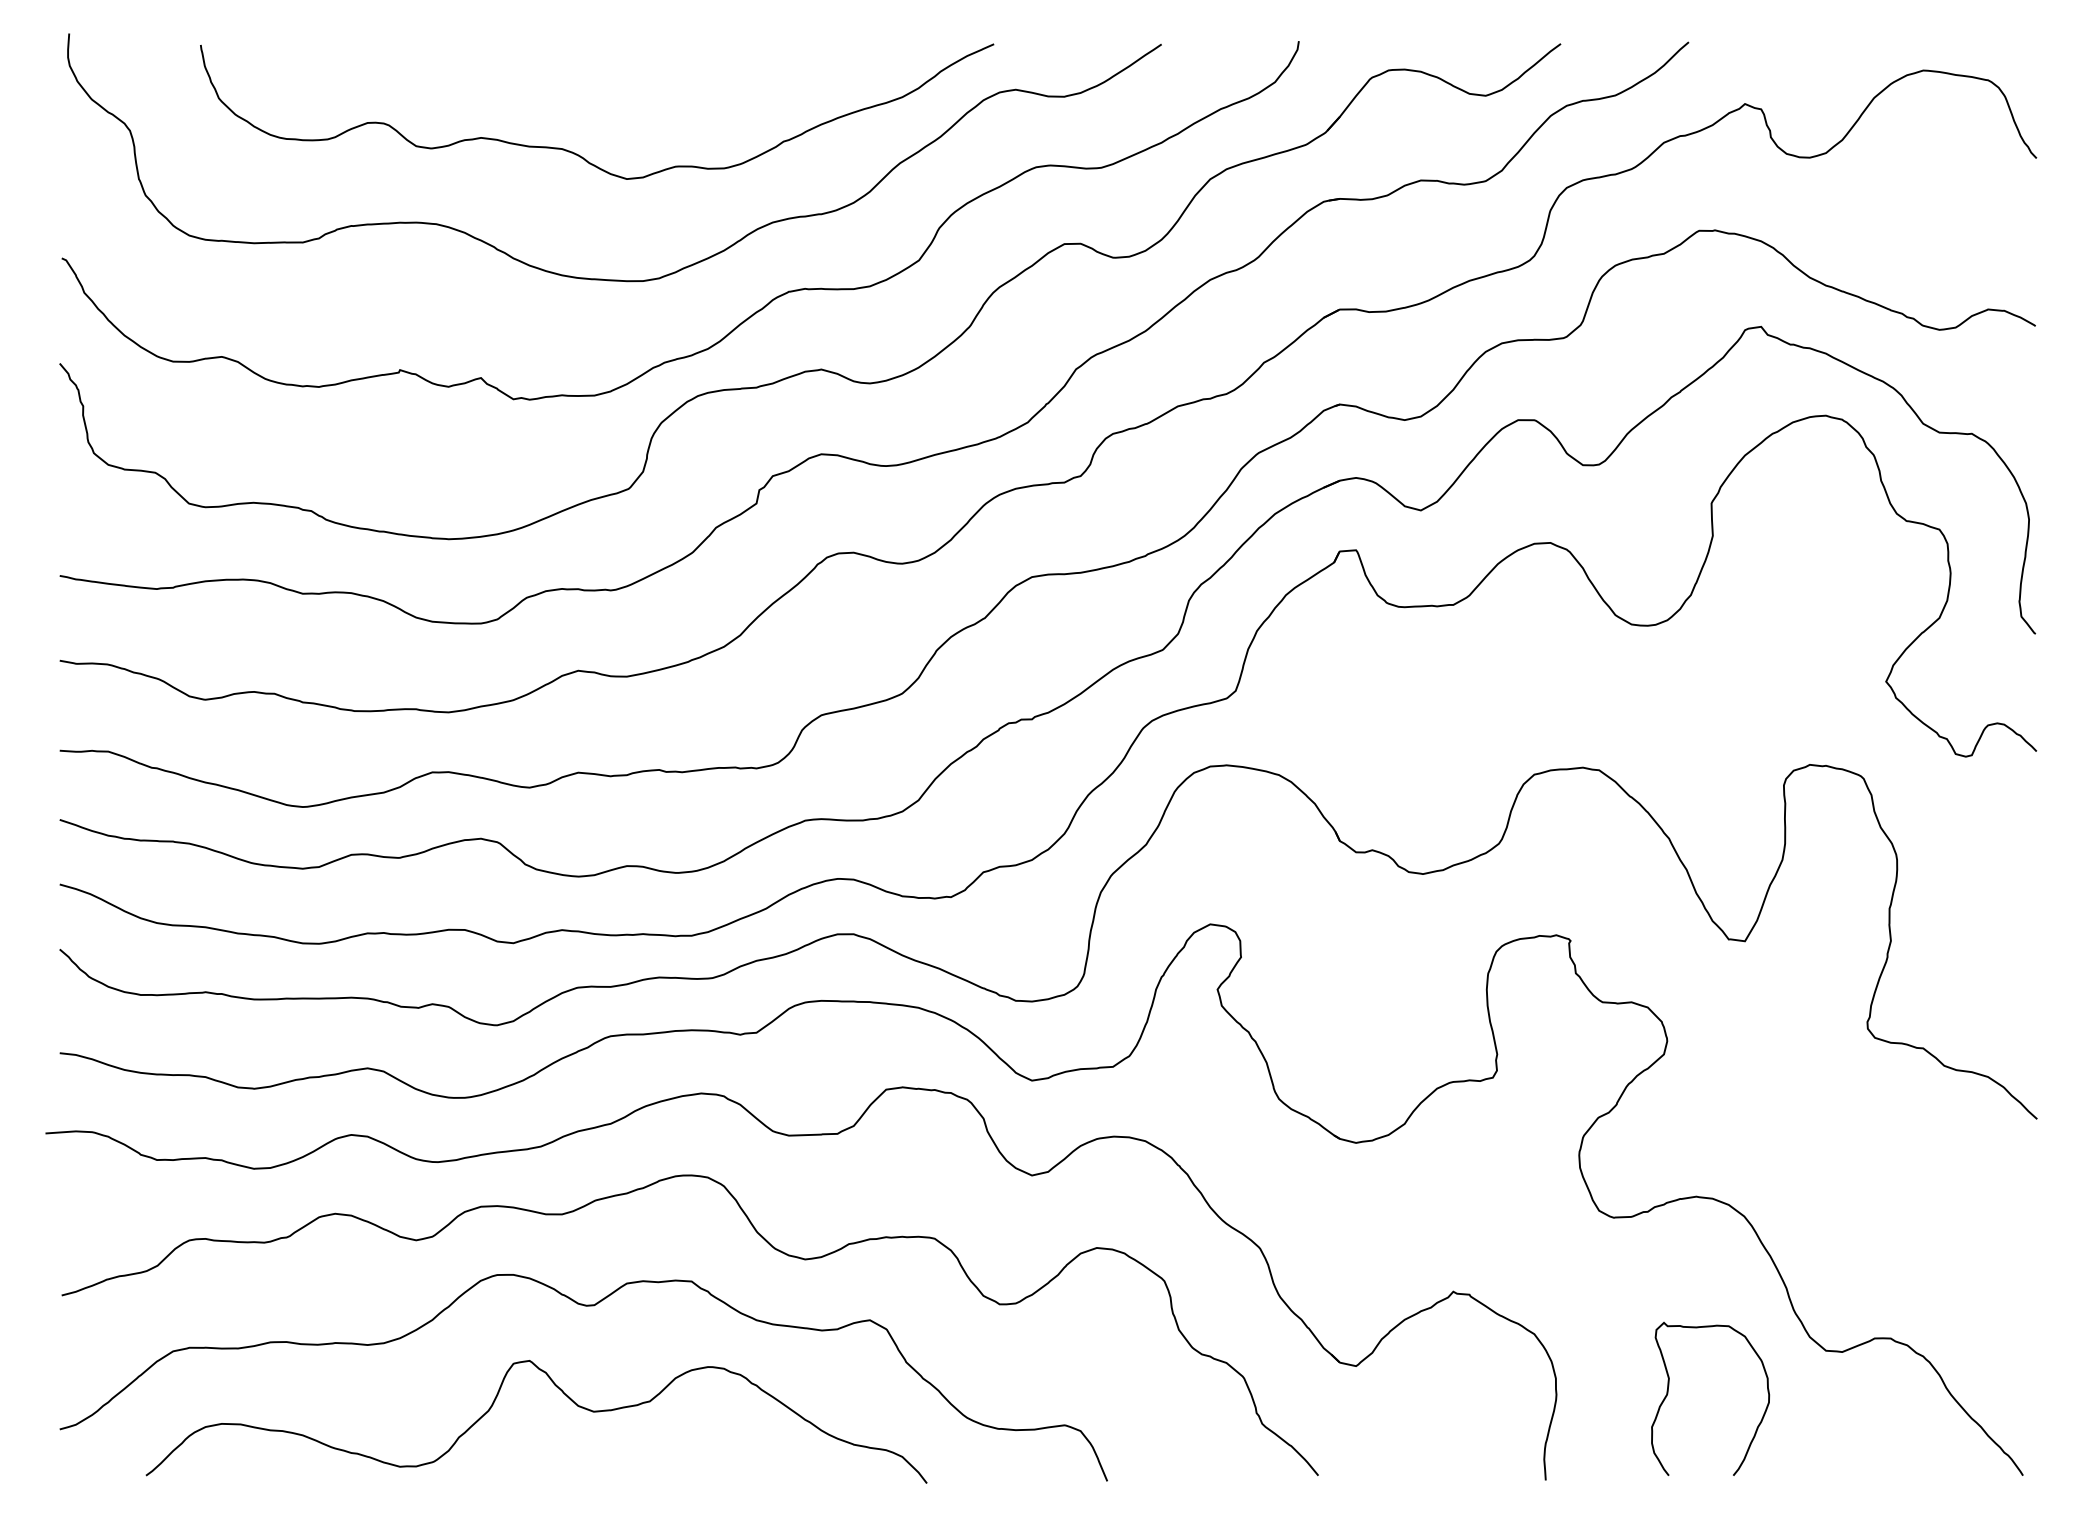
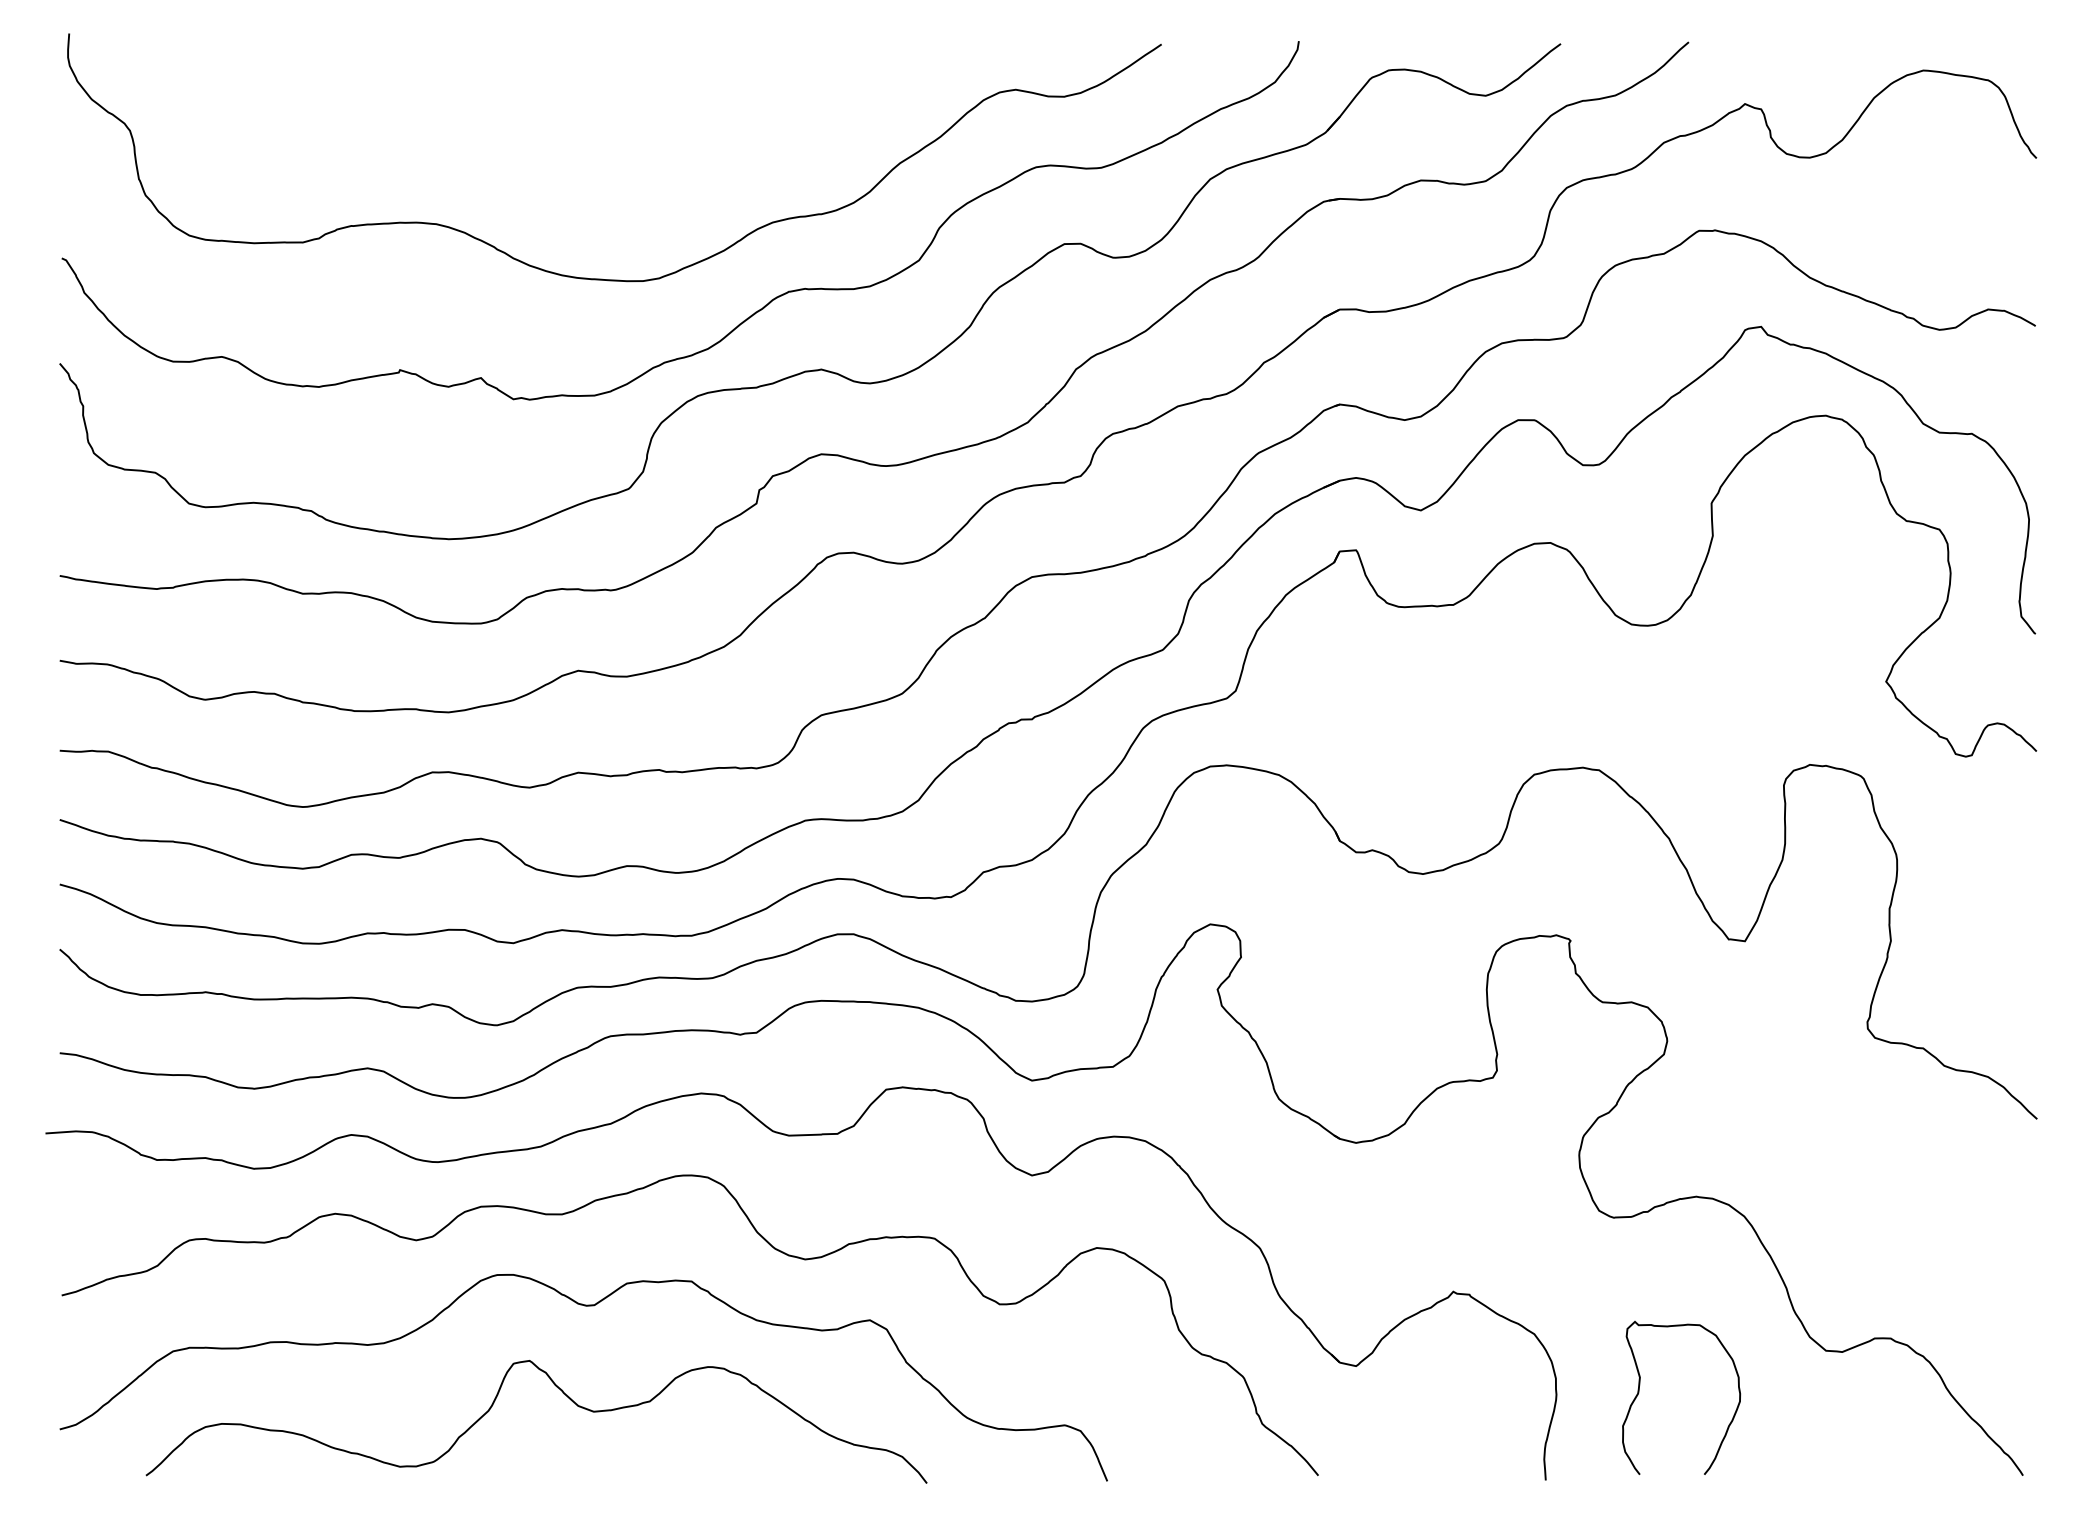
curve at (576, 153): present -> none
curve at (1668, 1393) position: (1668, 1393) -> (1639, 1392)
